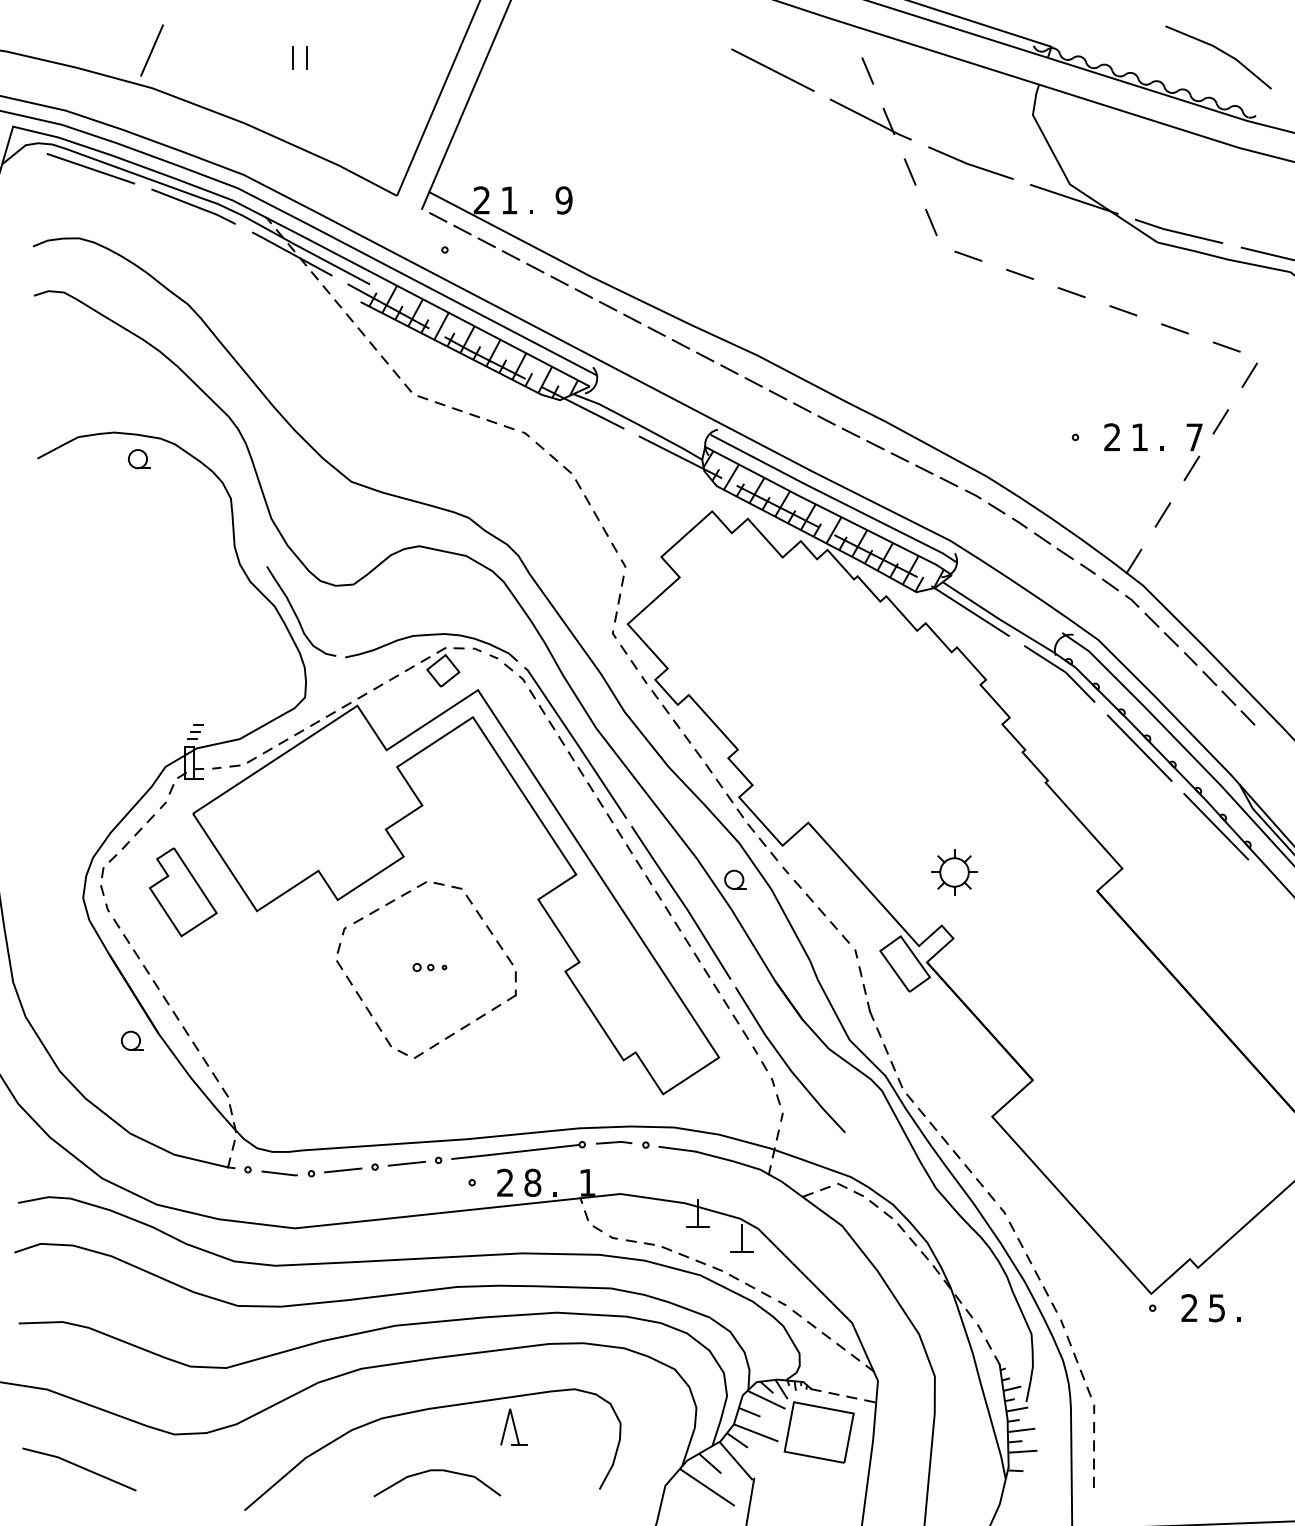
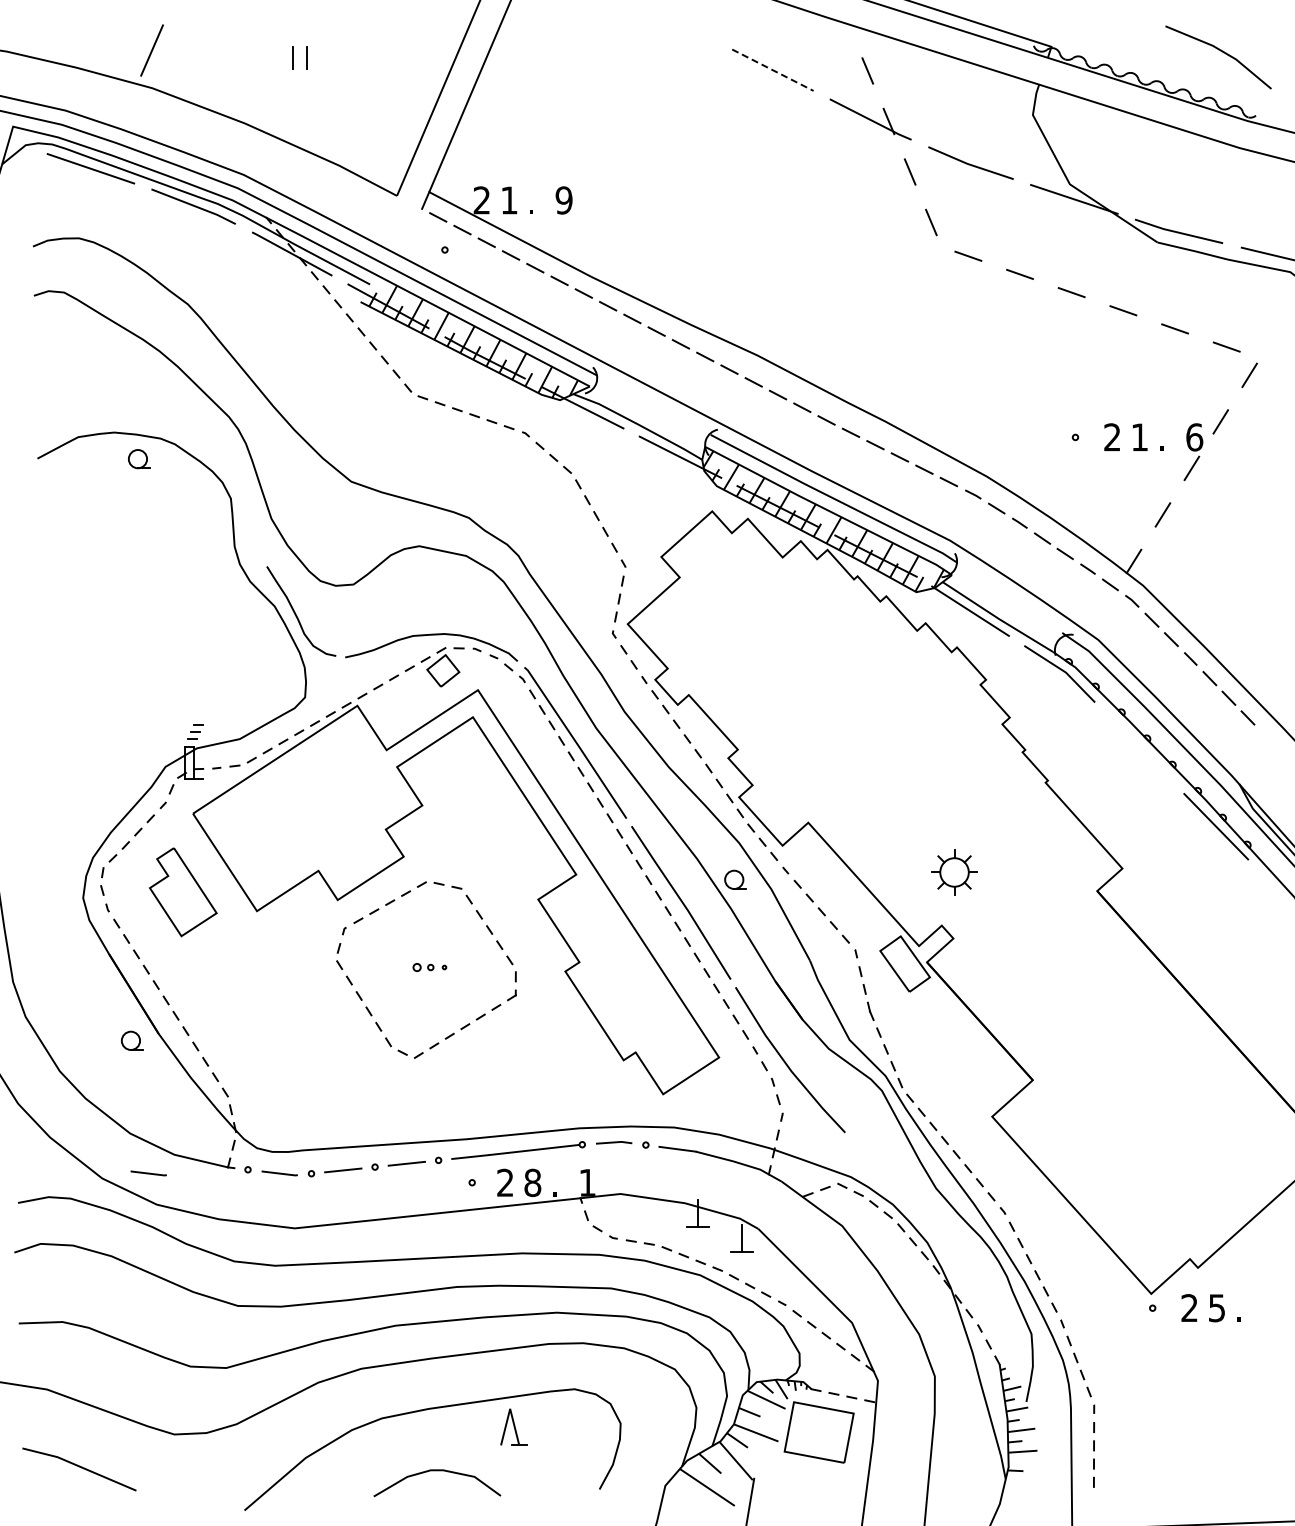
line at (772, 70): solid -> dashed
text at (1194, 437): 7 -> 6
line at (1139, 747): present -> none
line at (148, 1173): none -> present
